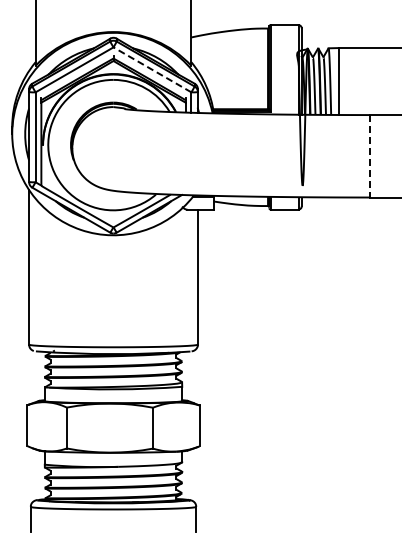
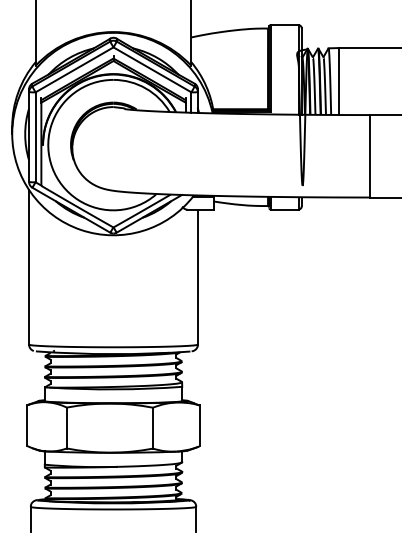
line at (152, 69): dashed -> solid
line at (369, 156): dashed -> solid
